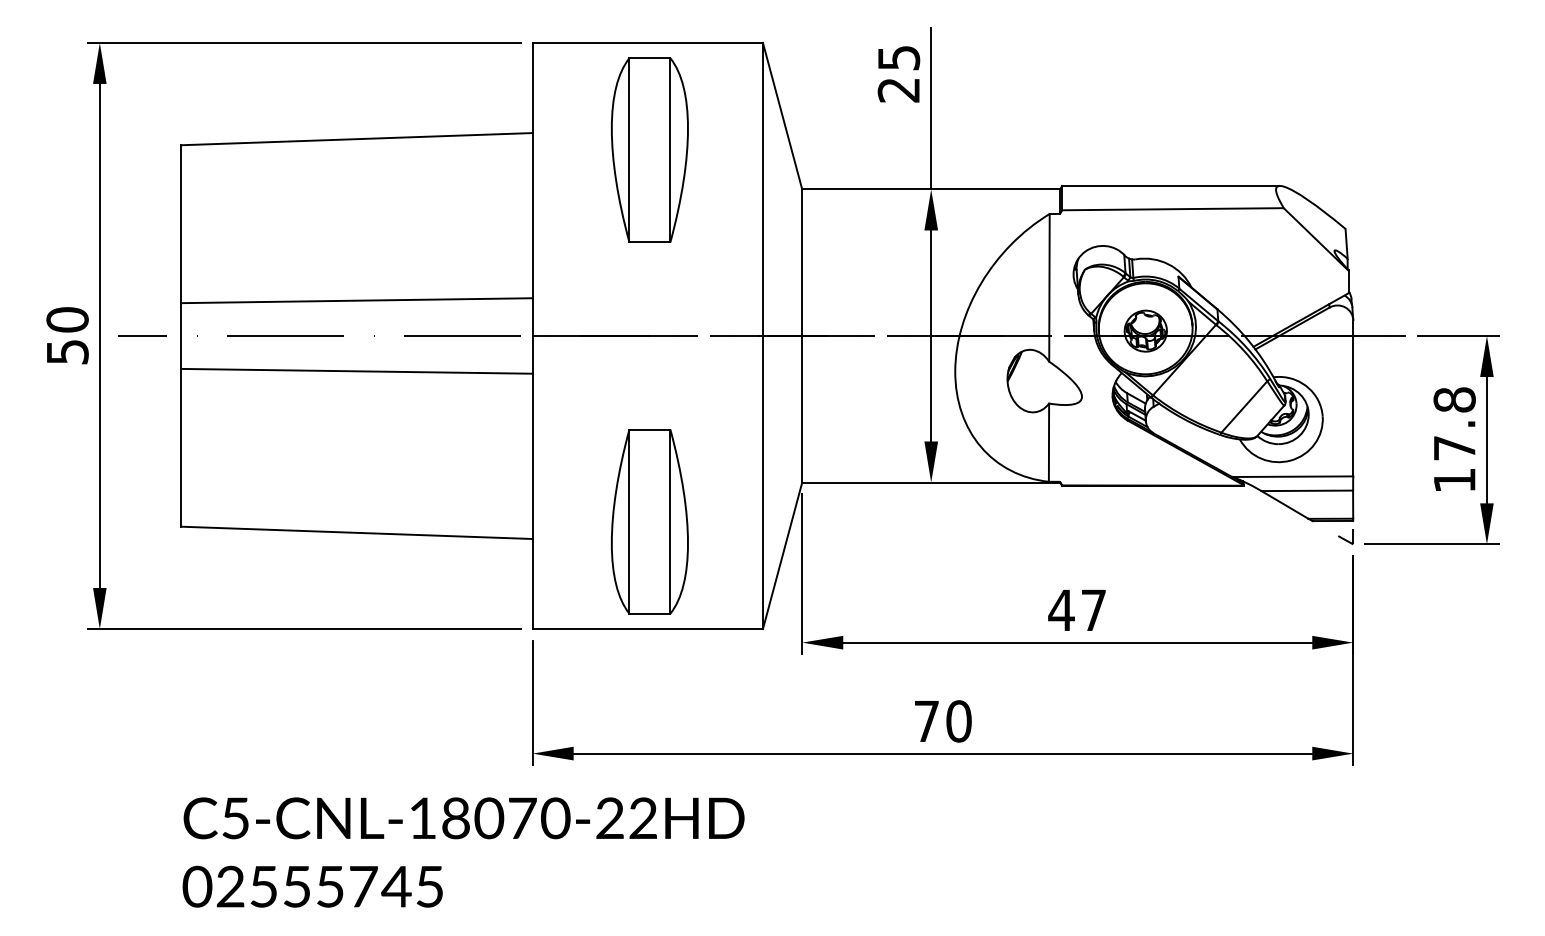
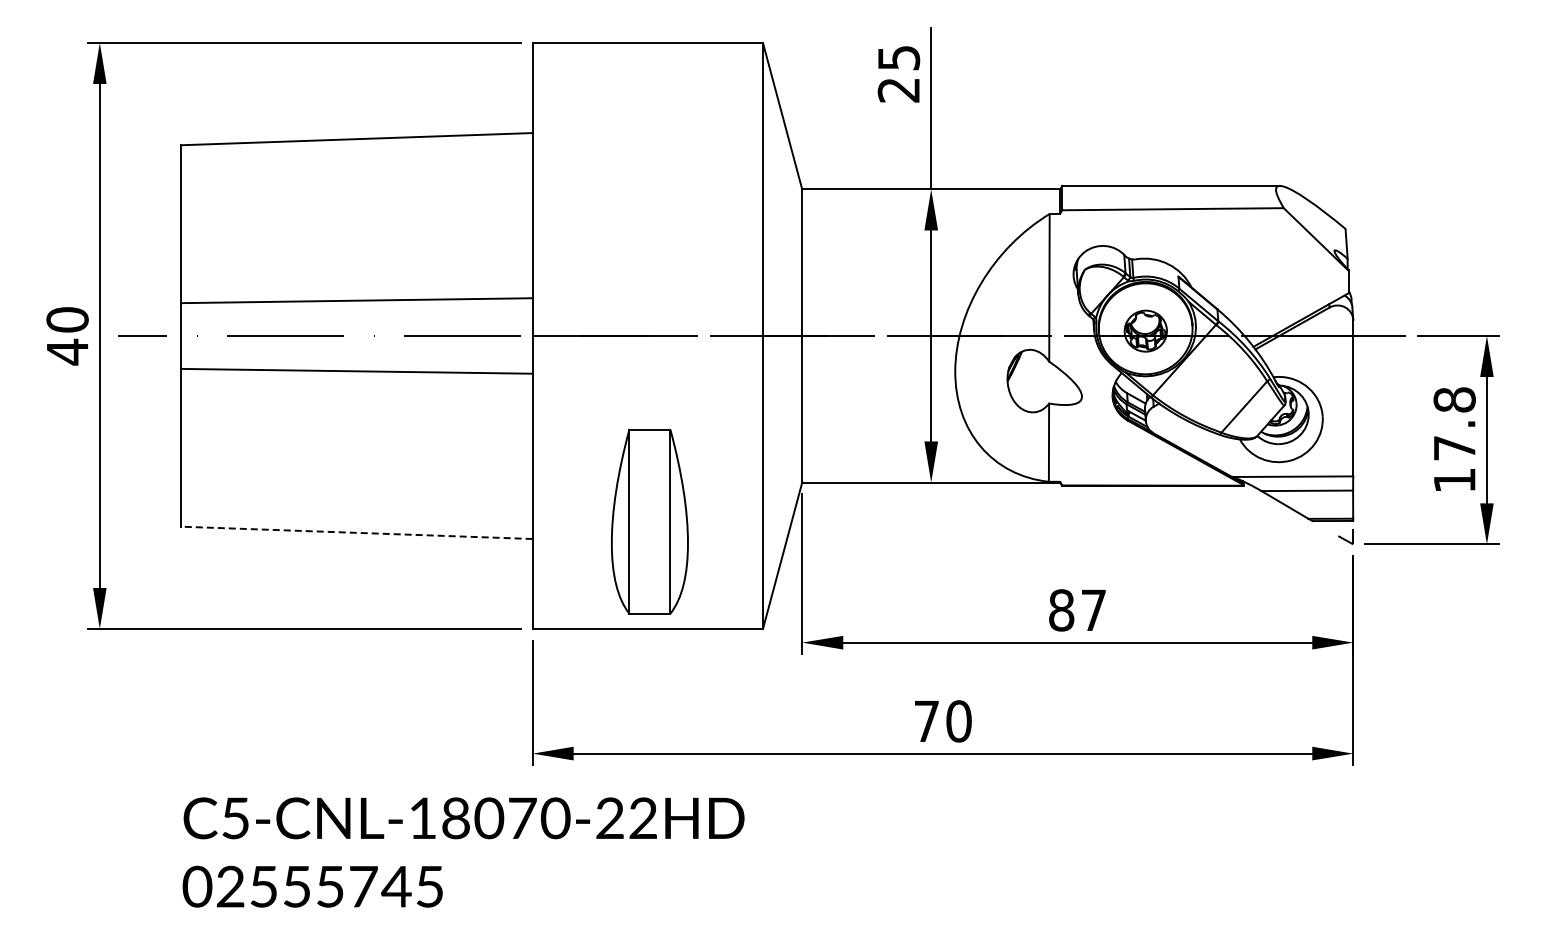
part at (649, 149): present -> none
text at (67, 351): 50 -> 40
line at (356, 532): solid -> dashed
text at (1061, 610): 47 -> 87
